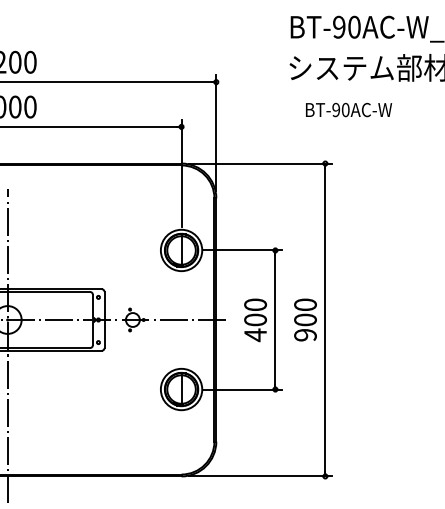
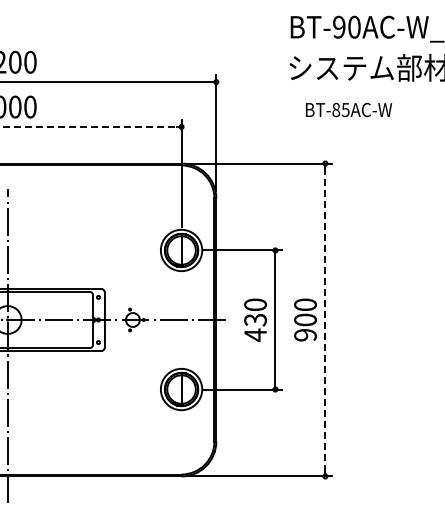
text at (340, 109): BT-90AC-W -> BT-85AC-W
line at (89, 126): solid -> dashed
text at (255, 319): 400 -> 430
line at (325, 320): solid -> dashed
